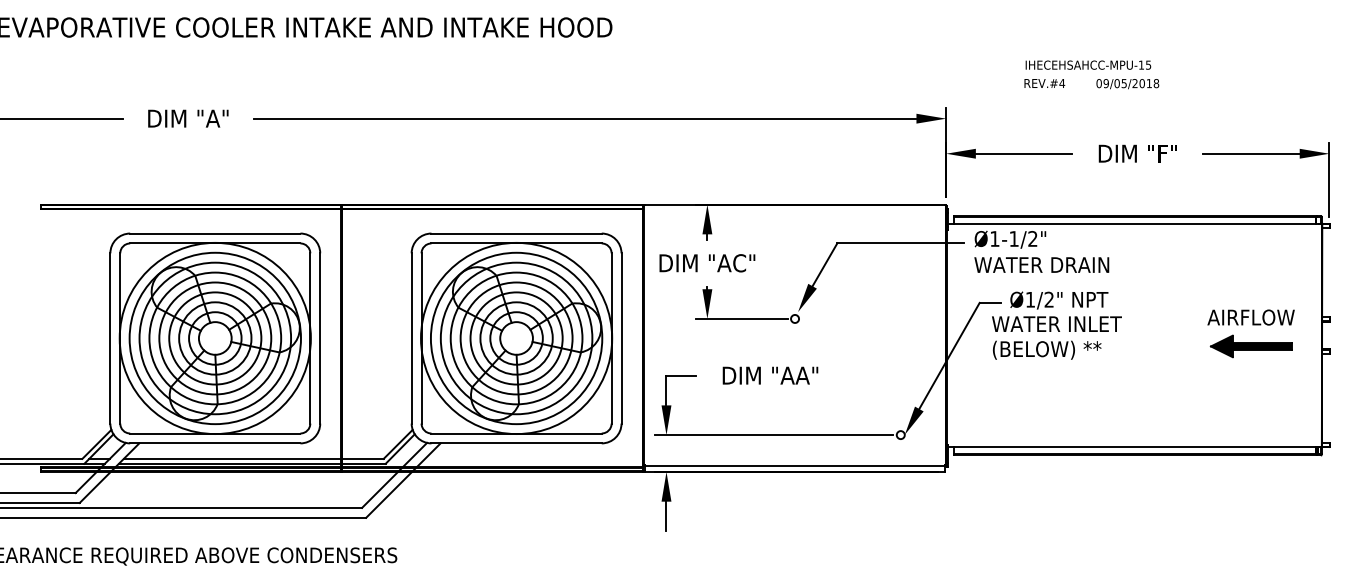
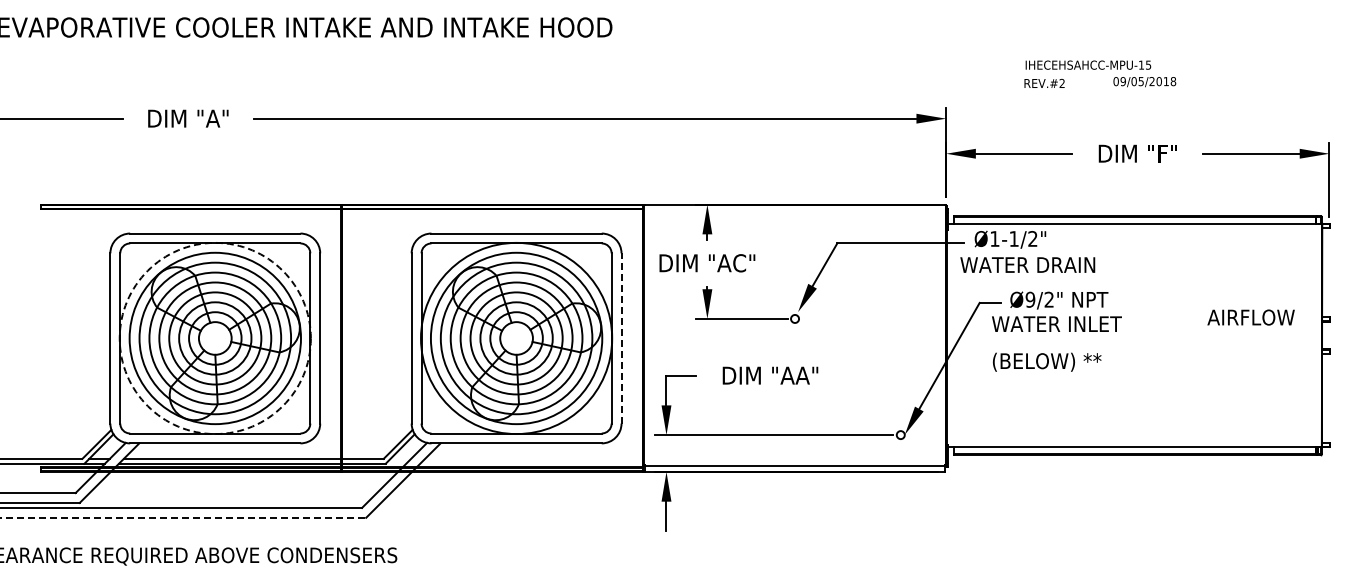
text at (1062, 82): REV.#4 -> REV.#2
text at (1127, 84) position: (1127, 84) -> (1144, 82)
text at (1041, 264) position: (1041, 264) -> (1027, 264)
text at (1030, 299): Ø1/2" -> Ø9/2"
line at (621, 337): solid -> dashed
circle at (214, 338): solid -> dashed
part at (1250, 346): present -> none
text at (1047, 349) position: (1047, 349) -> (1047, 361)
line at (183, 517): solid -> dashed
